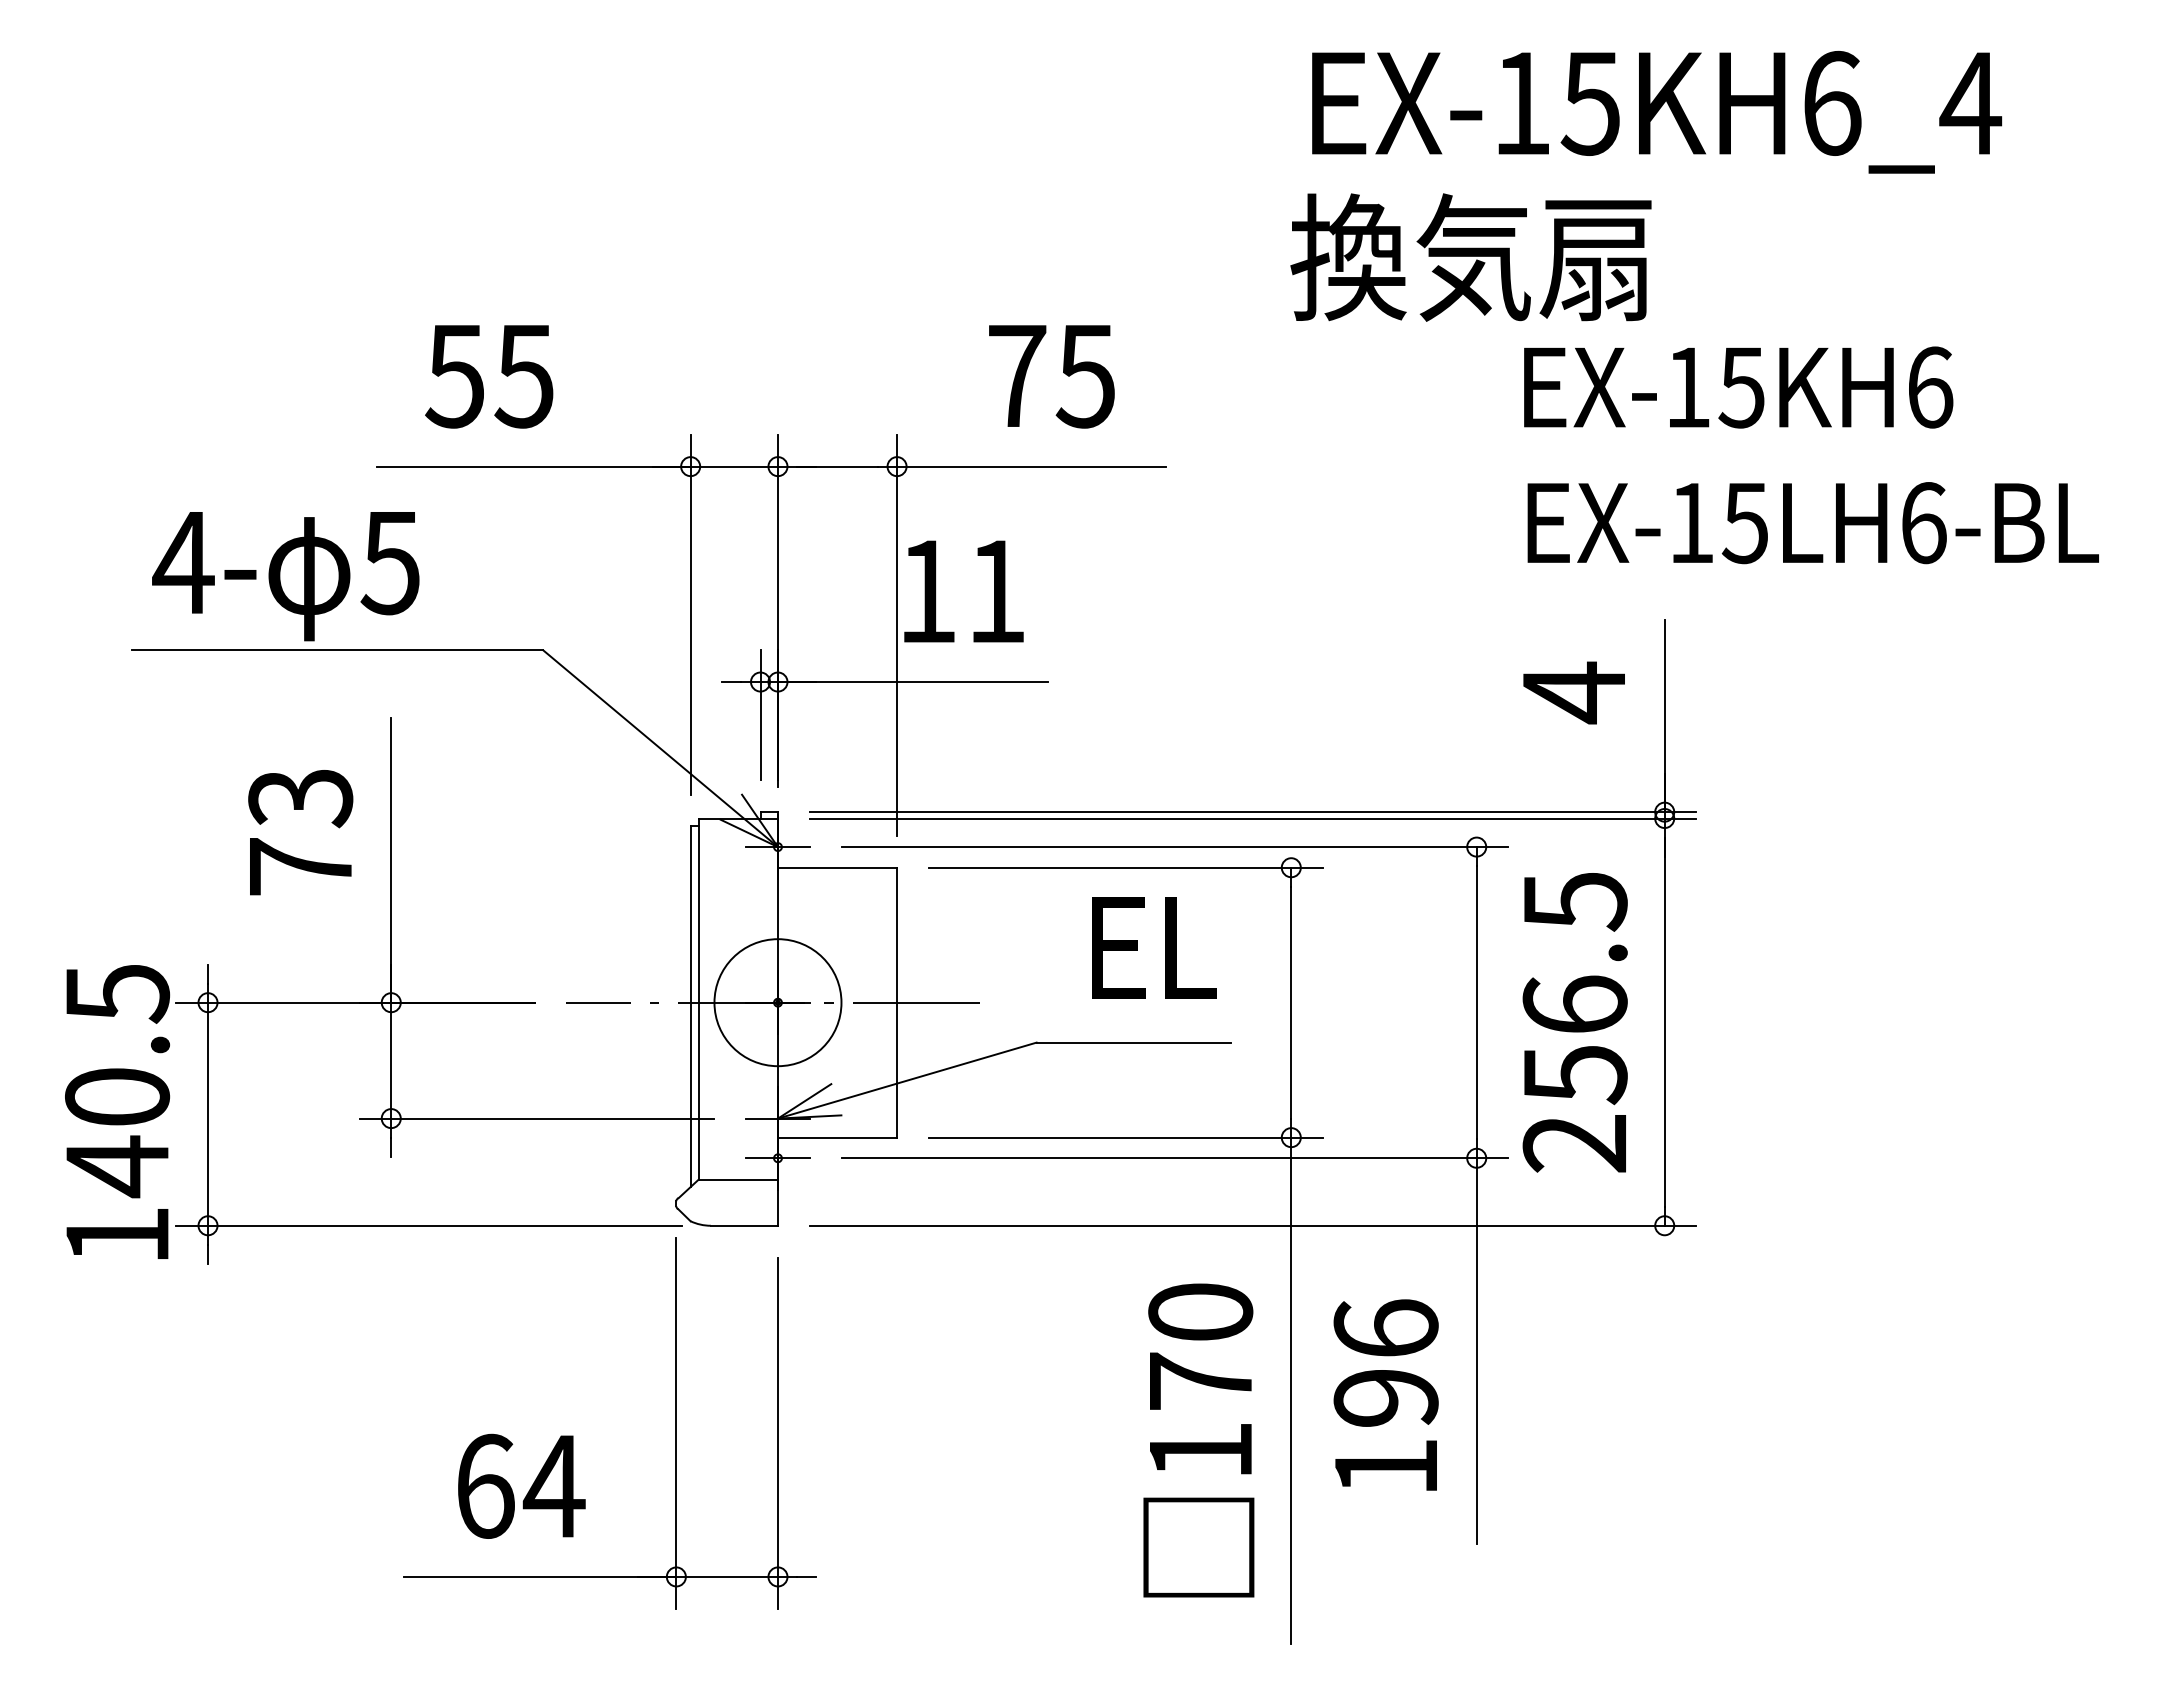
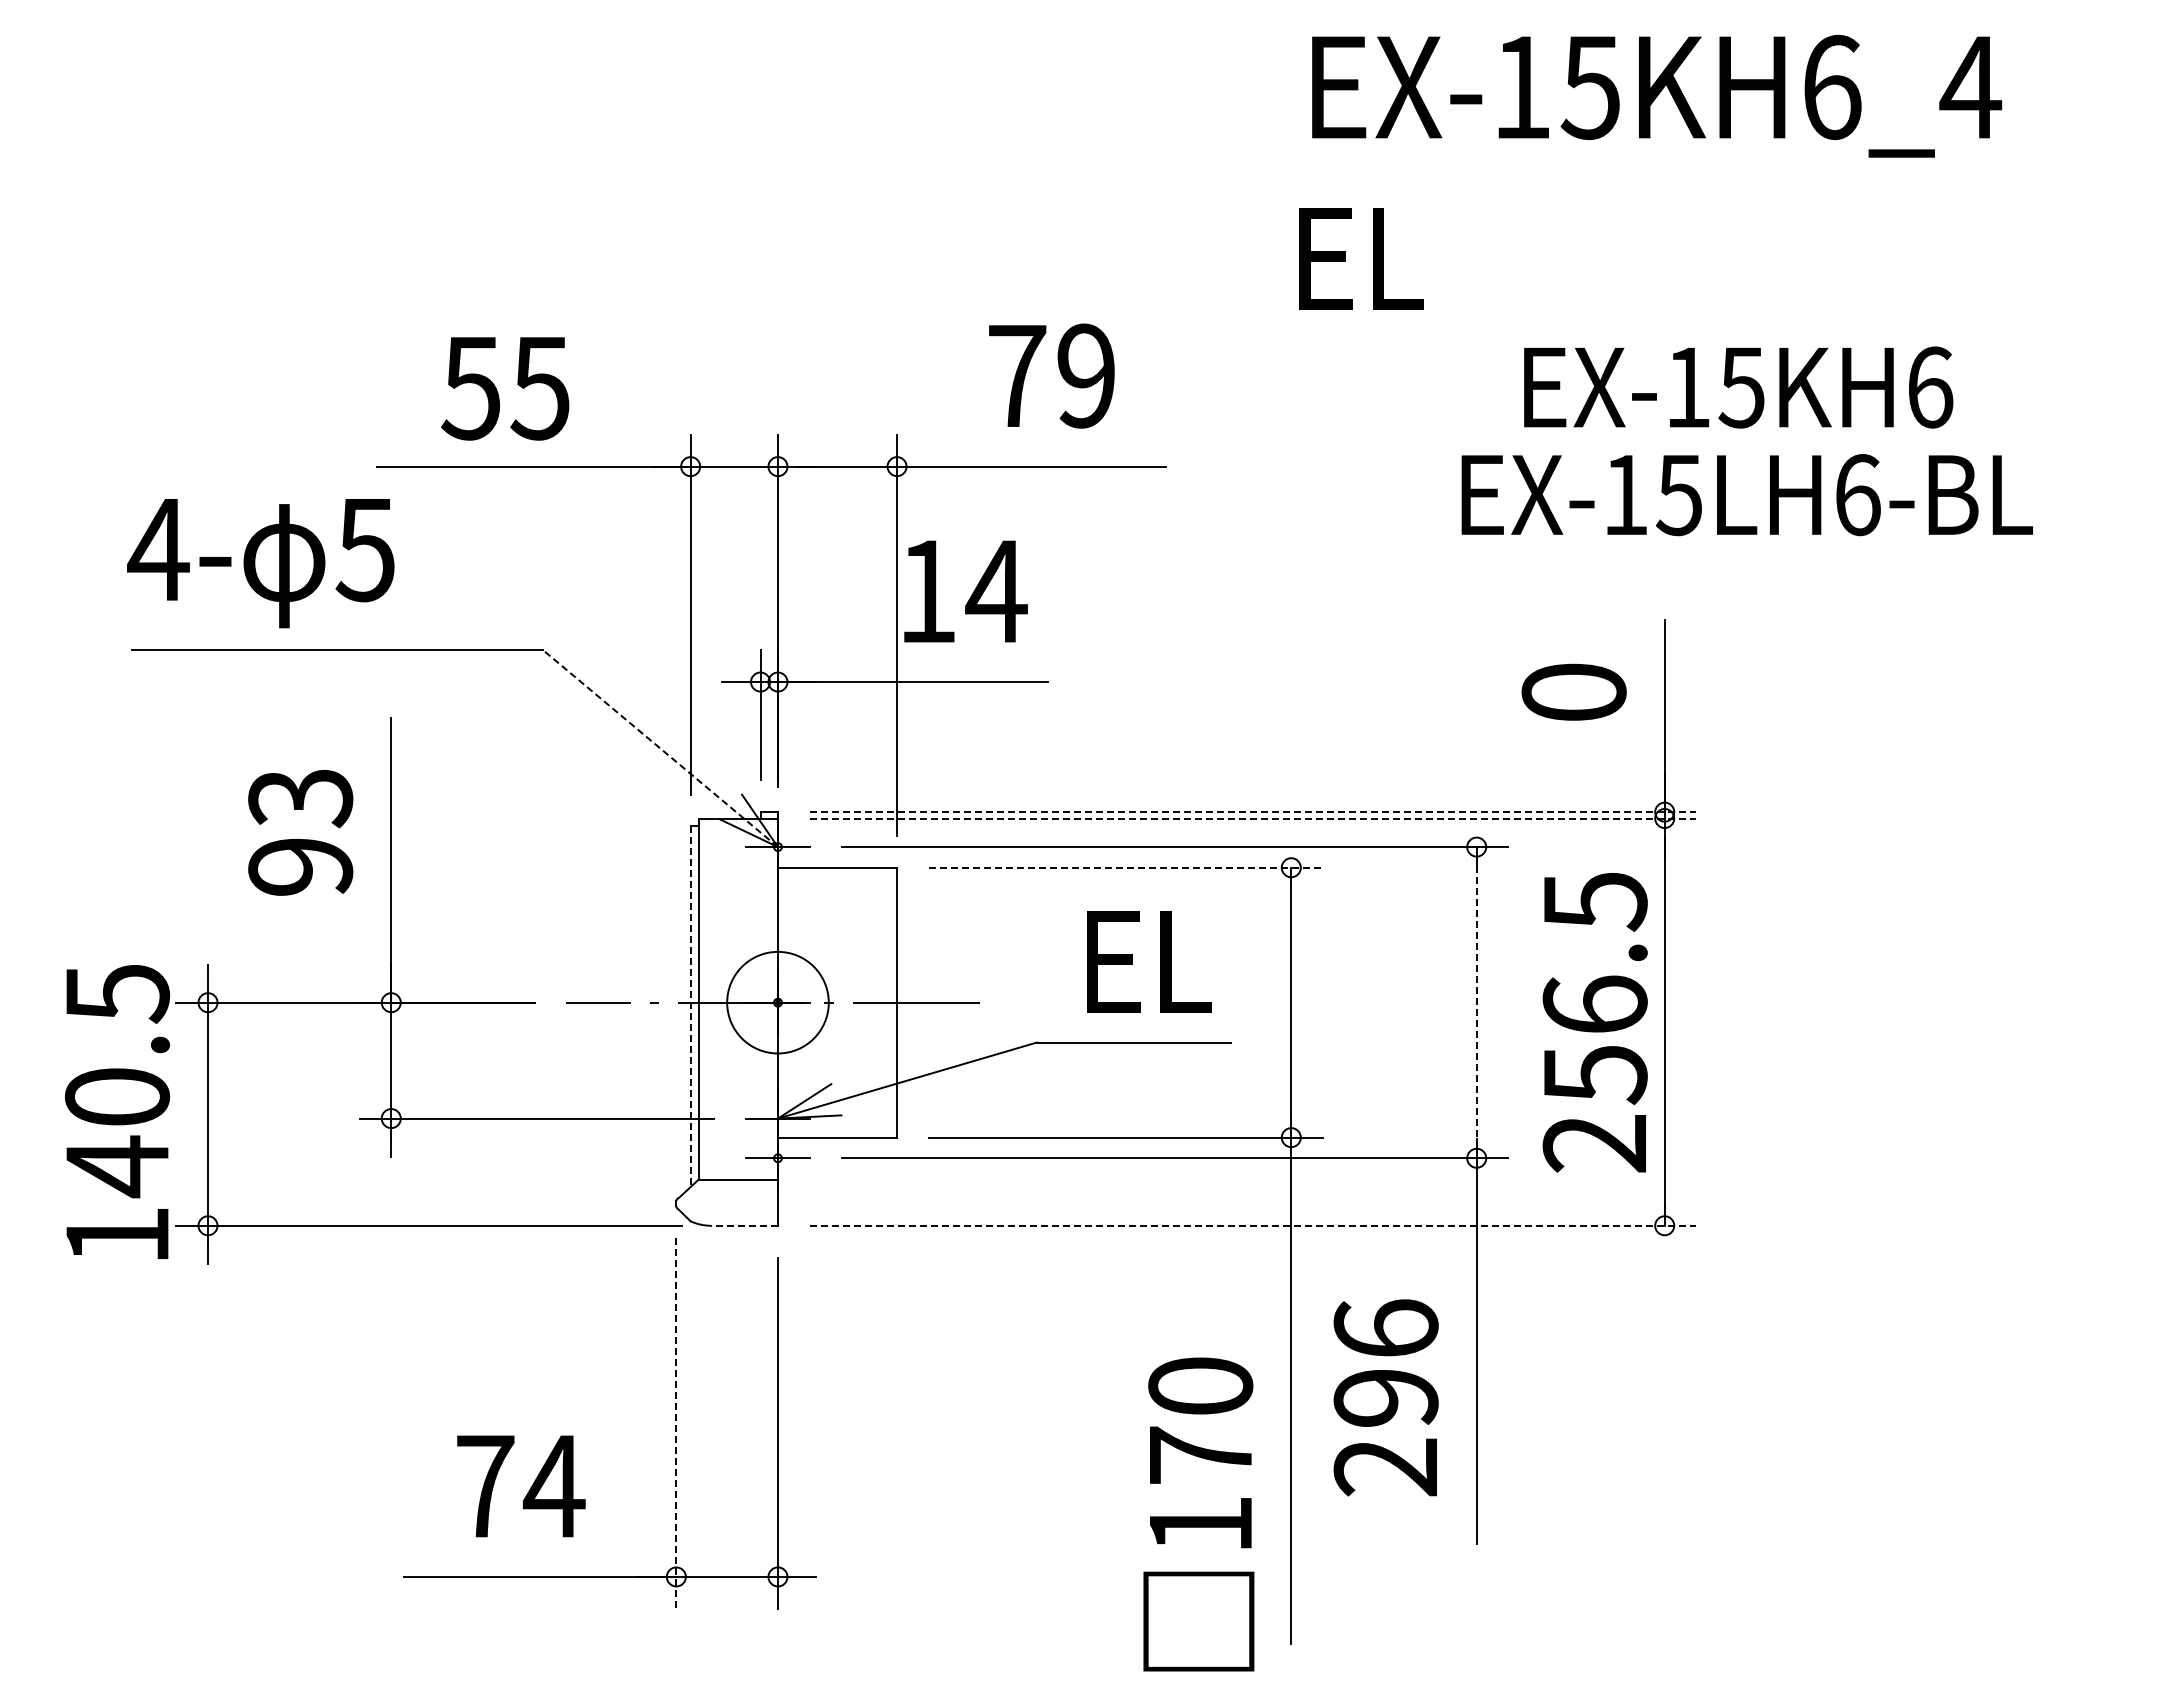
text at (1657, 112) position: (1657, 112) -> (1657, 96)
text at (1470, 257): 換気扇 -> EL
text at (1084, 375): 75 -> 79
text at (489, 376) position: (489, 376) -> (505, 388)
text at (1812, 523) position: (1812, 523) -> (1746, 495)
text at (285, 576) position: (285, 576) -> (260, 563)
text at (996, 591): 11 -> 14
text at (1573, 692): 4 -> 0
line at (660, 748): solid -> dashed
line at (1253, 812): solid -> dashed
line at (1253, 818): solid -> dashed
text at (300, 866): 73 -> 93
line at (1126, 867): solid -> dashed
text at (1154, 947) position: (1154, 947) -> (1149, 961)
circle at (777, 1002) diameter: 127 px -> 102 px
line at (1476, 1002): solid -> dashed
line at (690, 1007): solid -> dashed
text at (1574, 1022) position: (1574, 1022) -> (1594, 1022)
line at (744, 1225): solid -> dashed
line at (1253, 1225): solid -> dashed
line at (676, 1423): solid -> dashed
text at (1198, 1440) position: (1198, 1440) -> (1198, 1514)
text at (1384, 1467): 196 -> 296
text at (485, 1485): 64 -> 74
